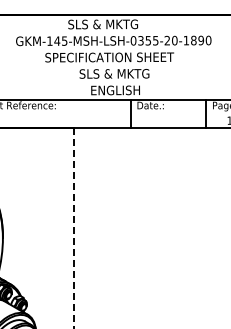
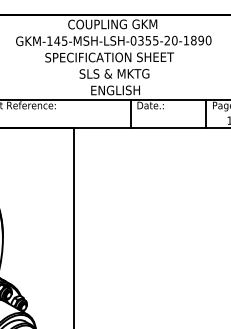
text at (112, 24): SLS & MKTG -> COUPLING GKM
line at (74, 228): dashed -> solid
